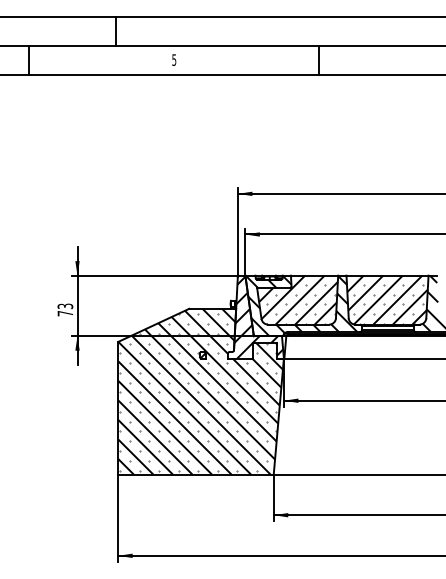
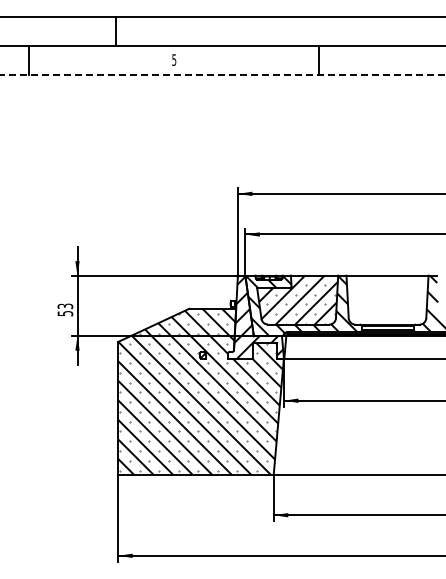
line at (222, 75): solid -> dashed
hatch at (387, 299): present -> none
text at (65, 313): 73 -> 53
